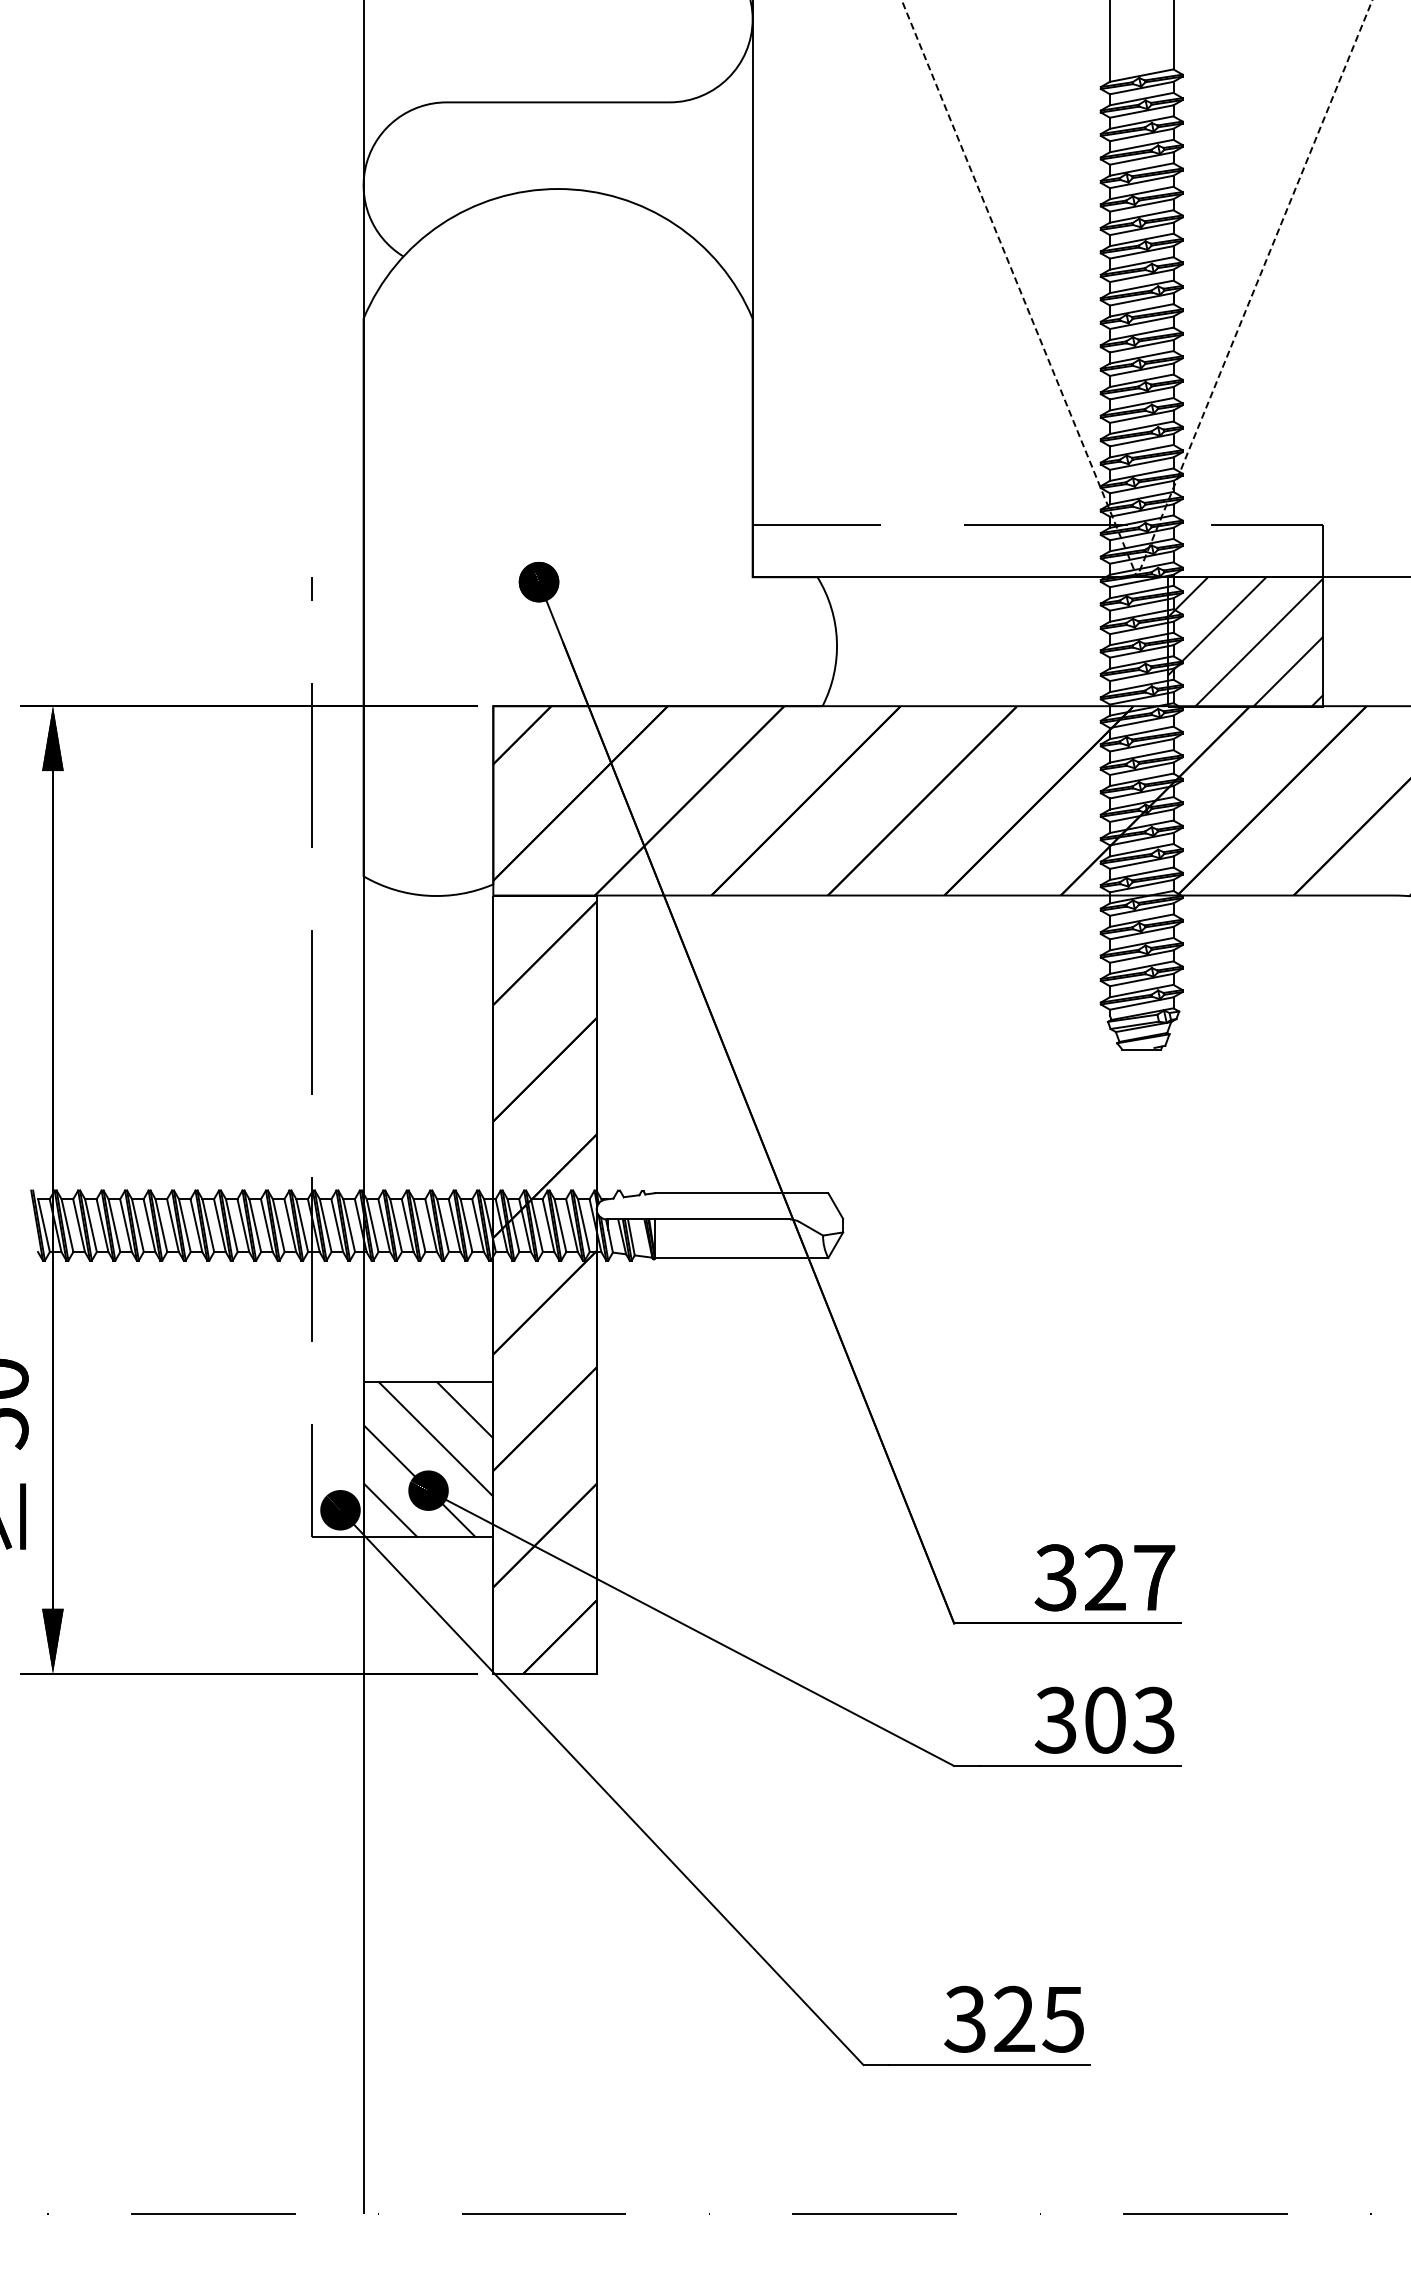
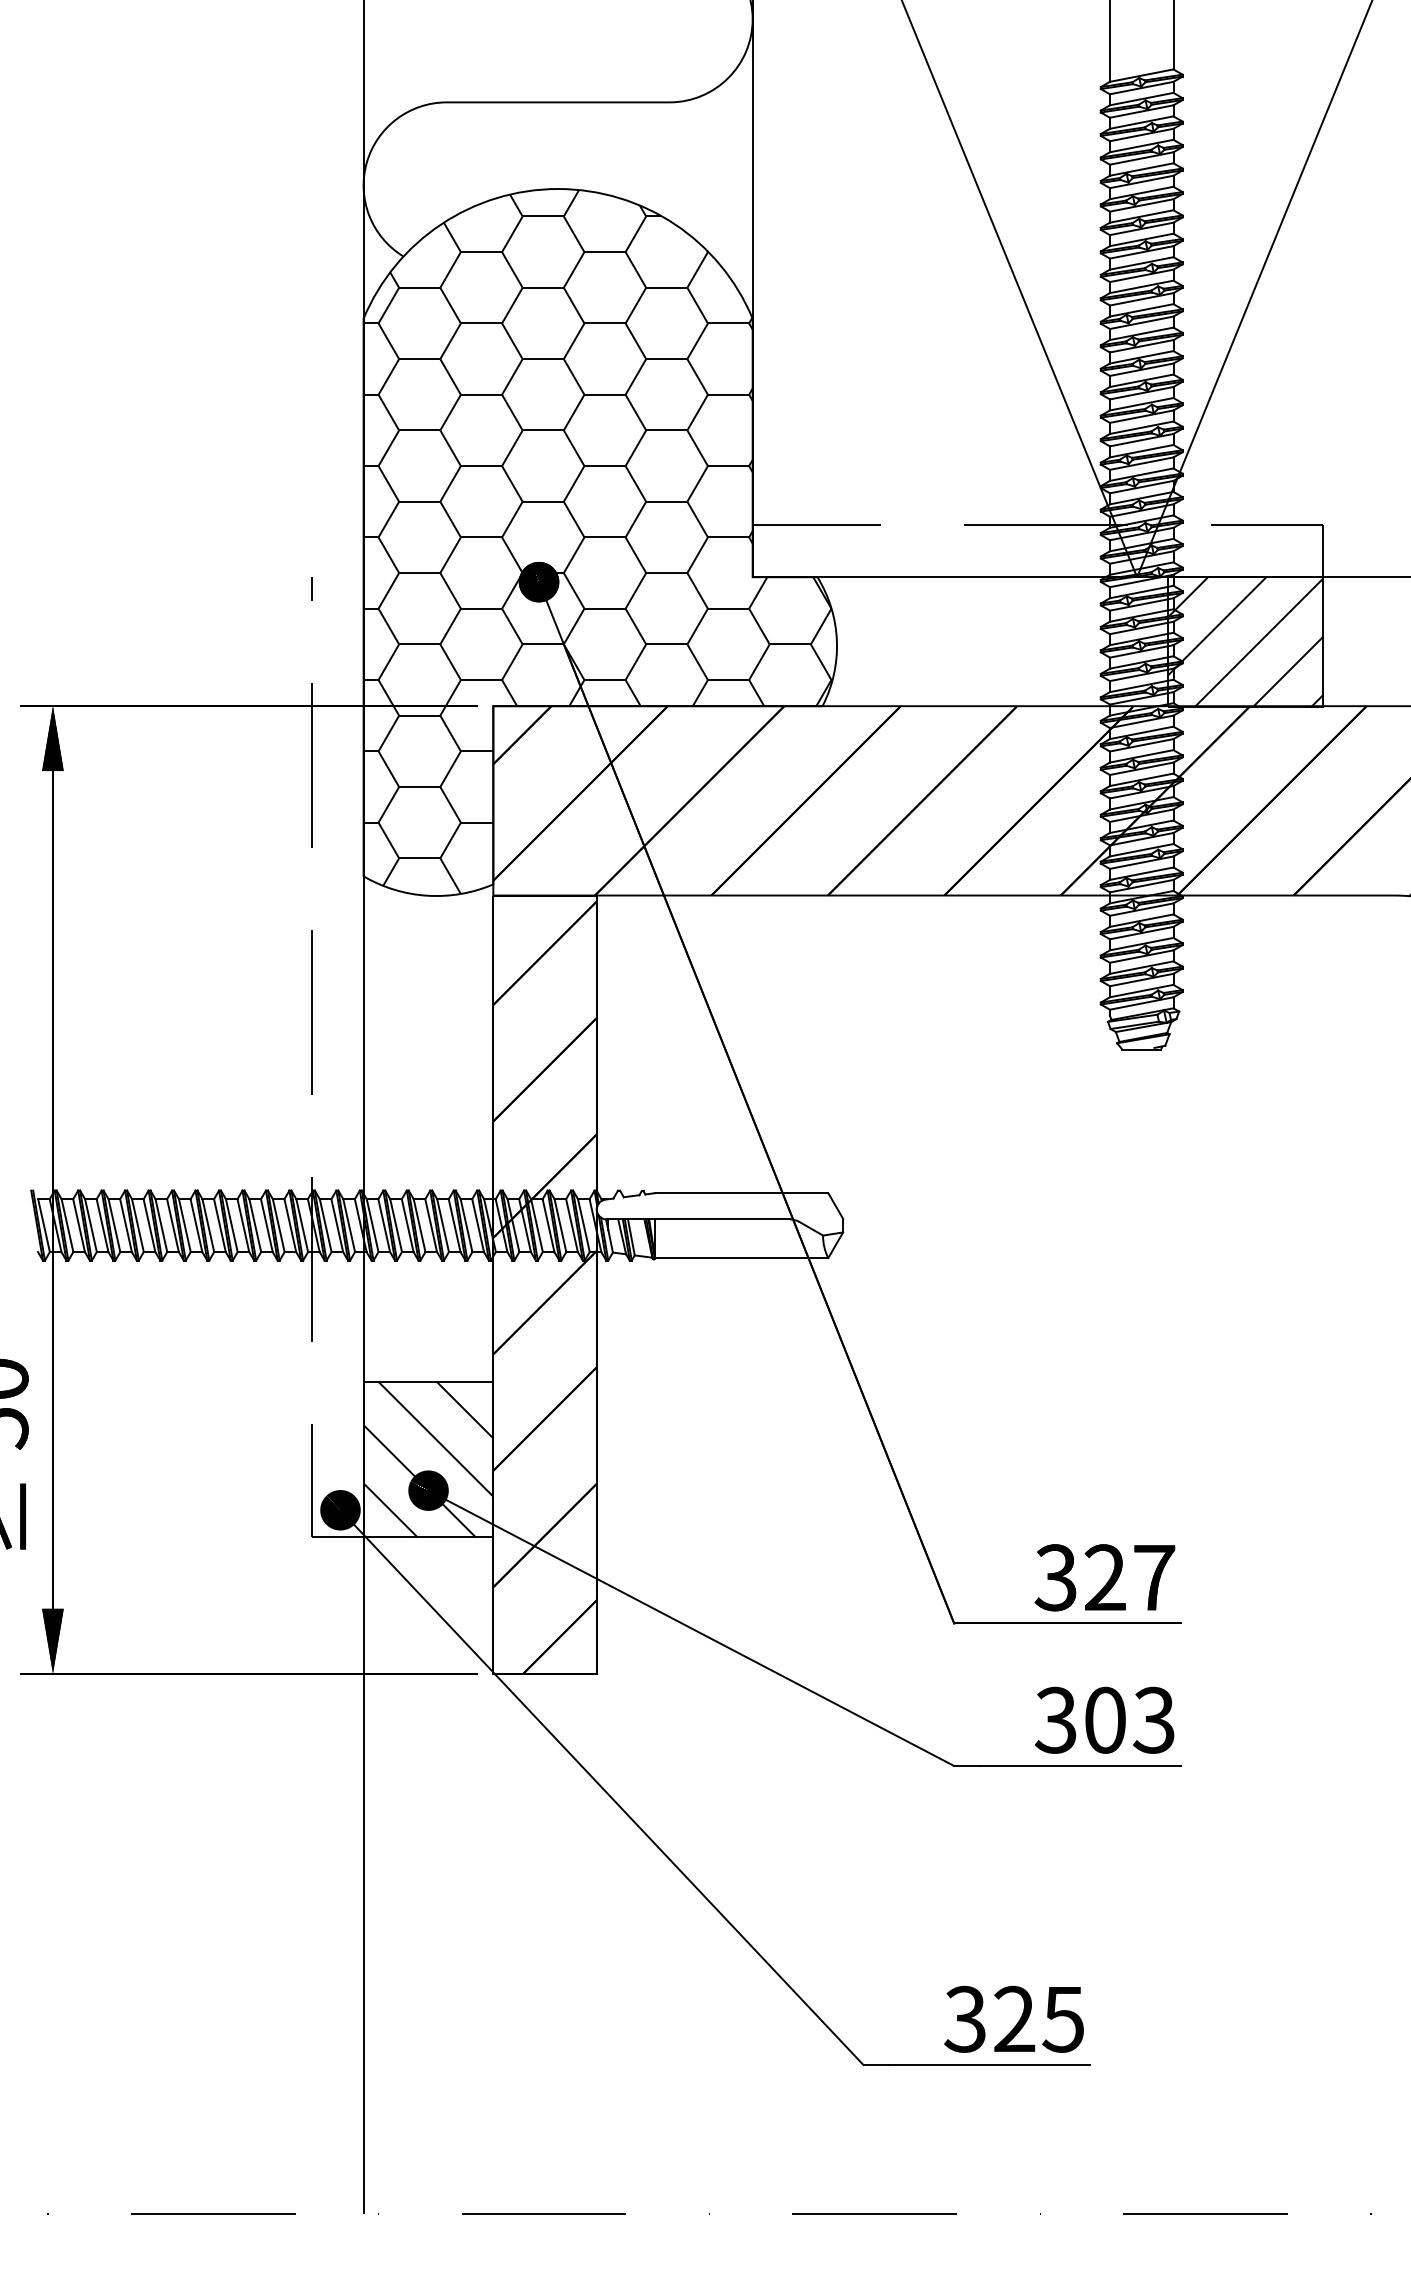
hatch at (597, 541): none -> present
line at (1137, 577): dashed -> solid
